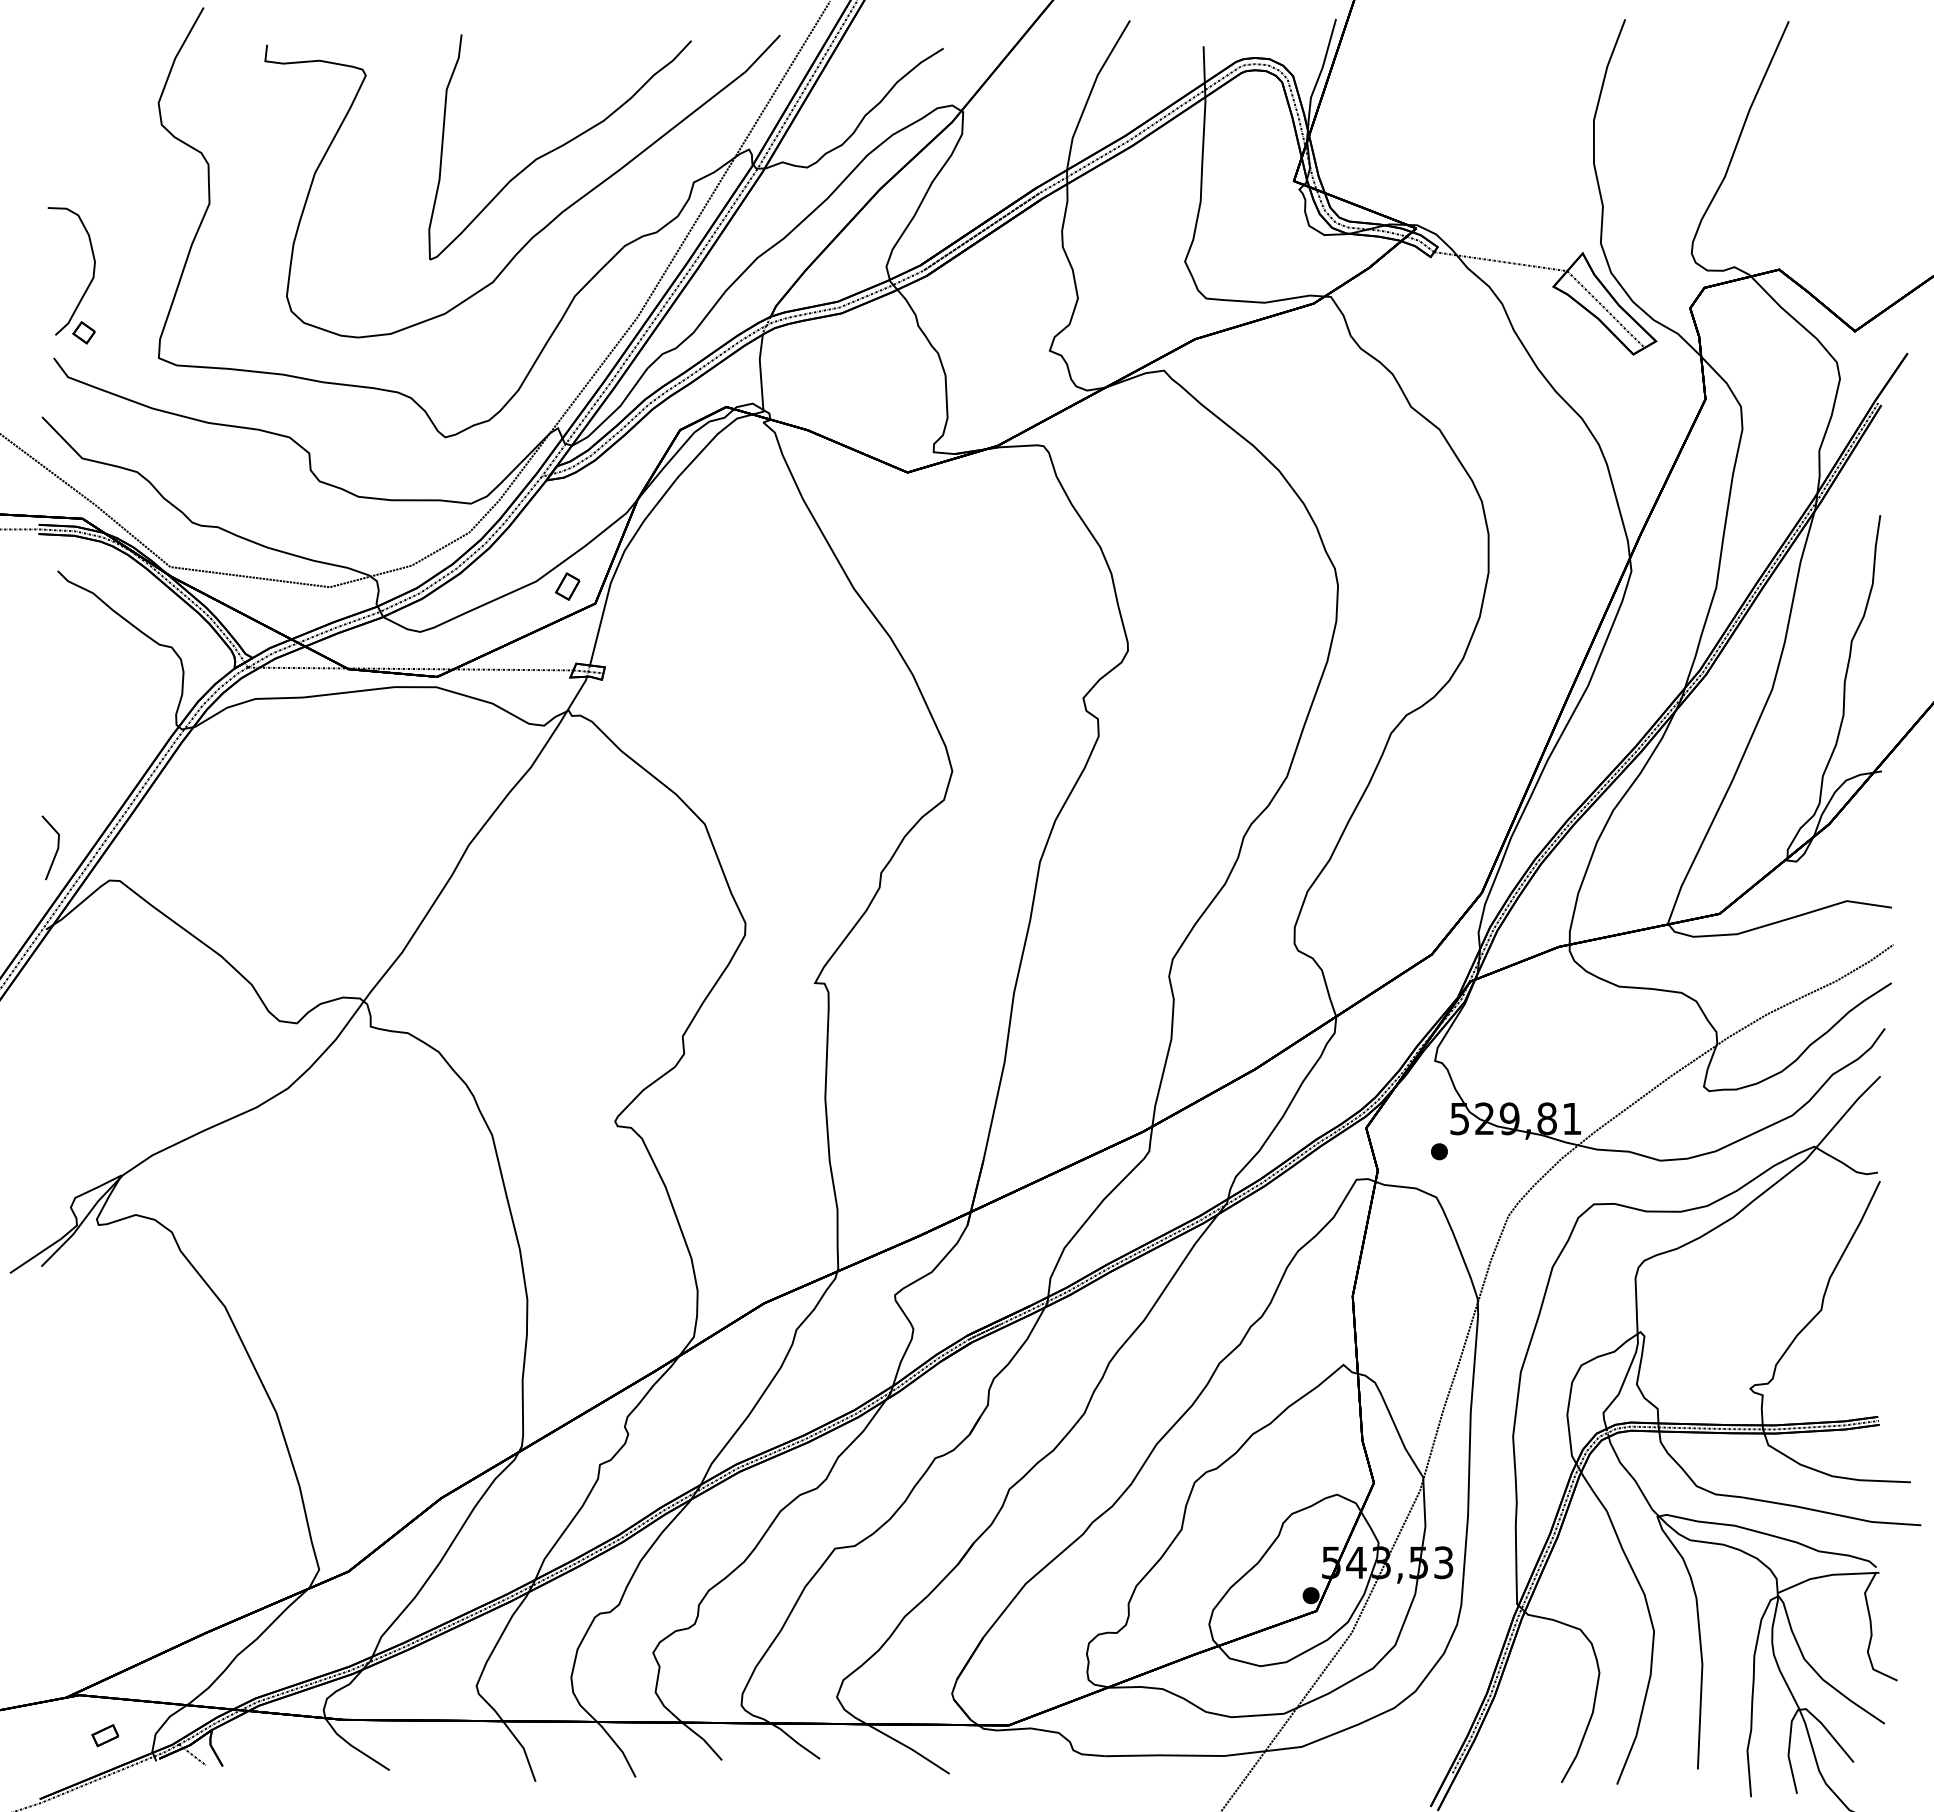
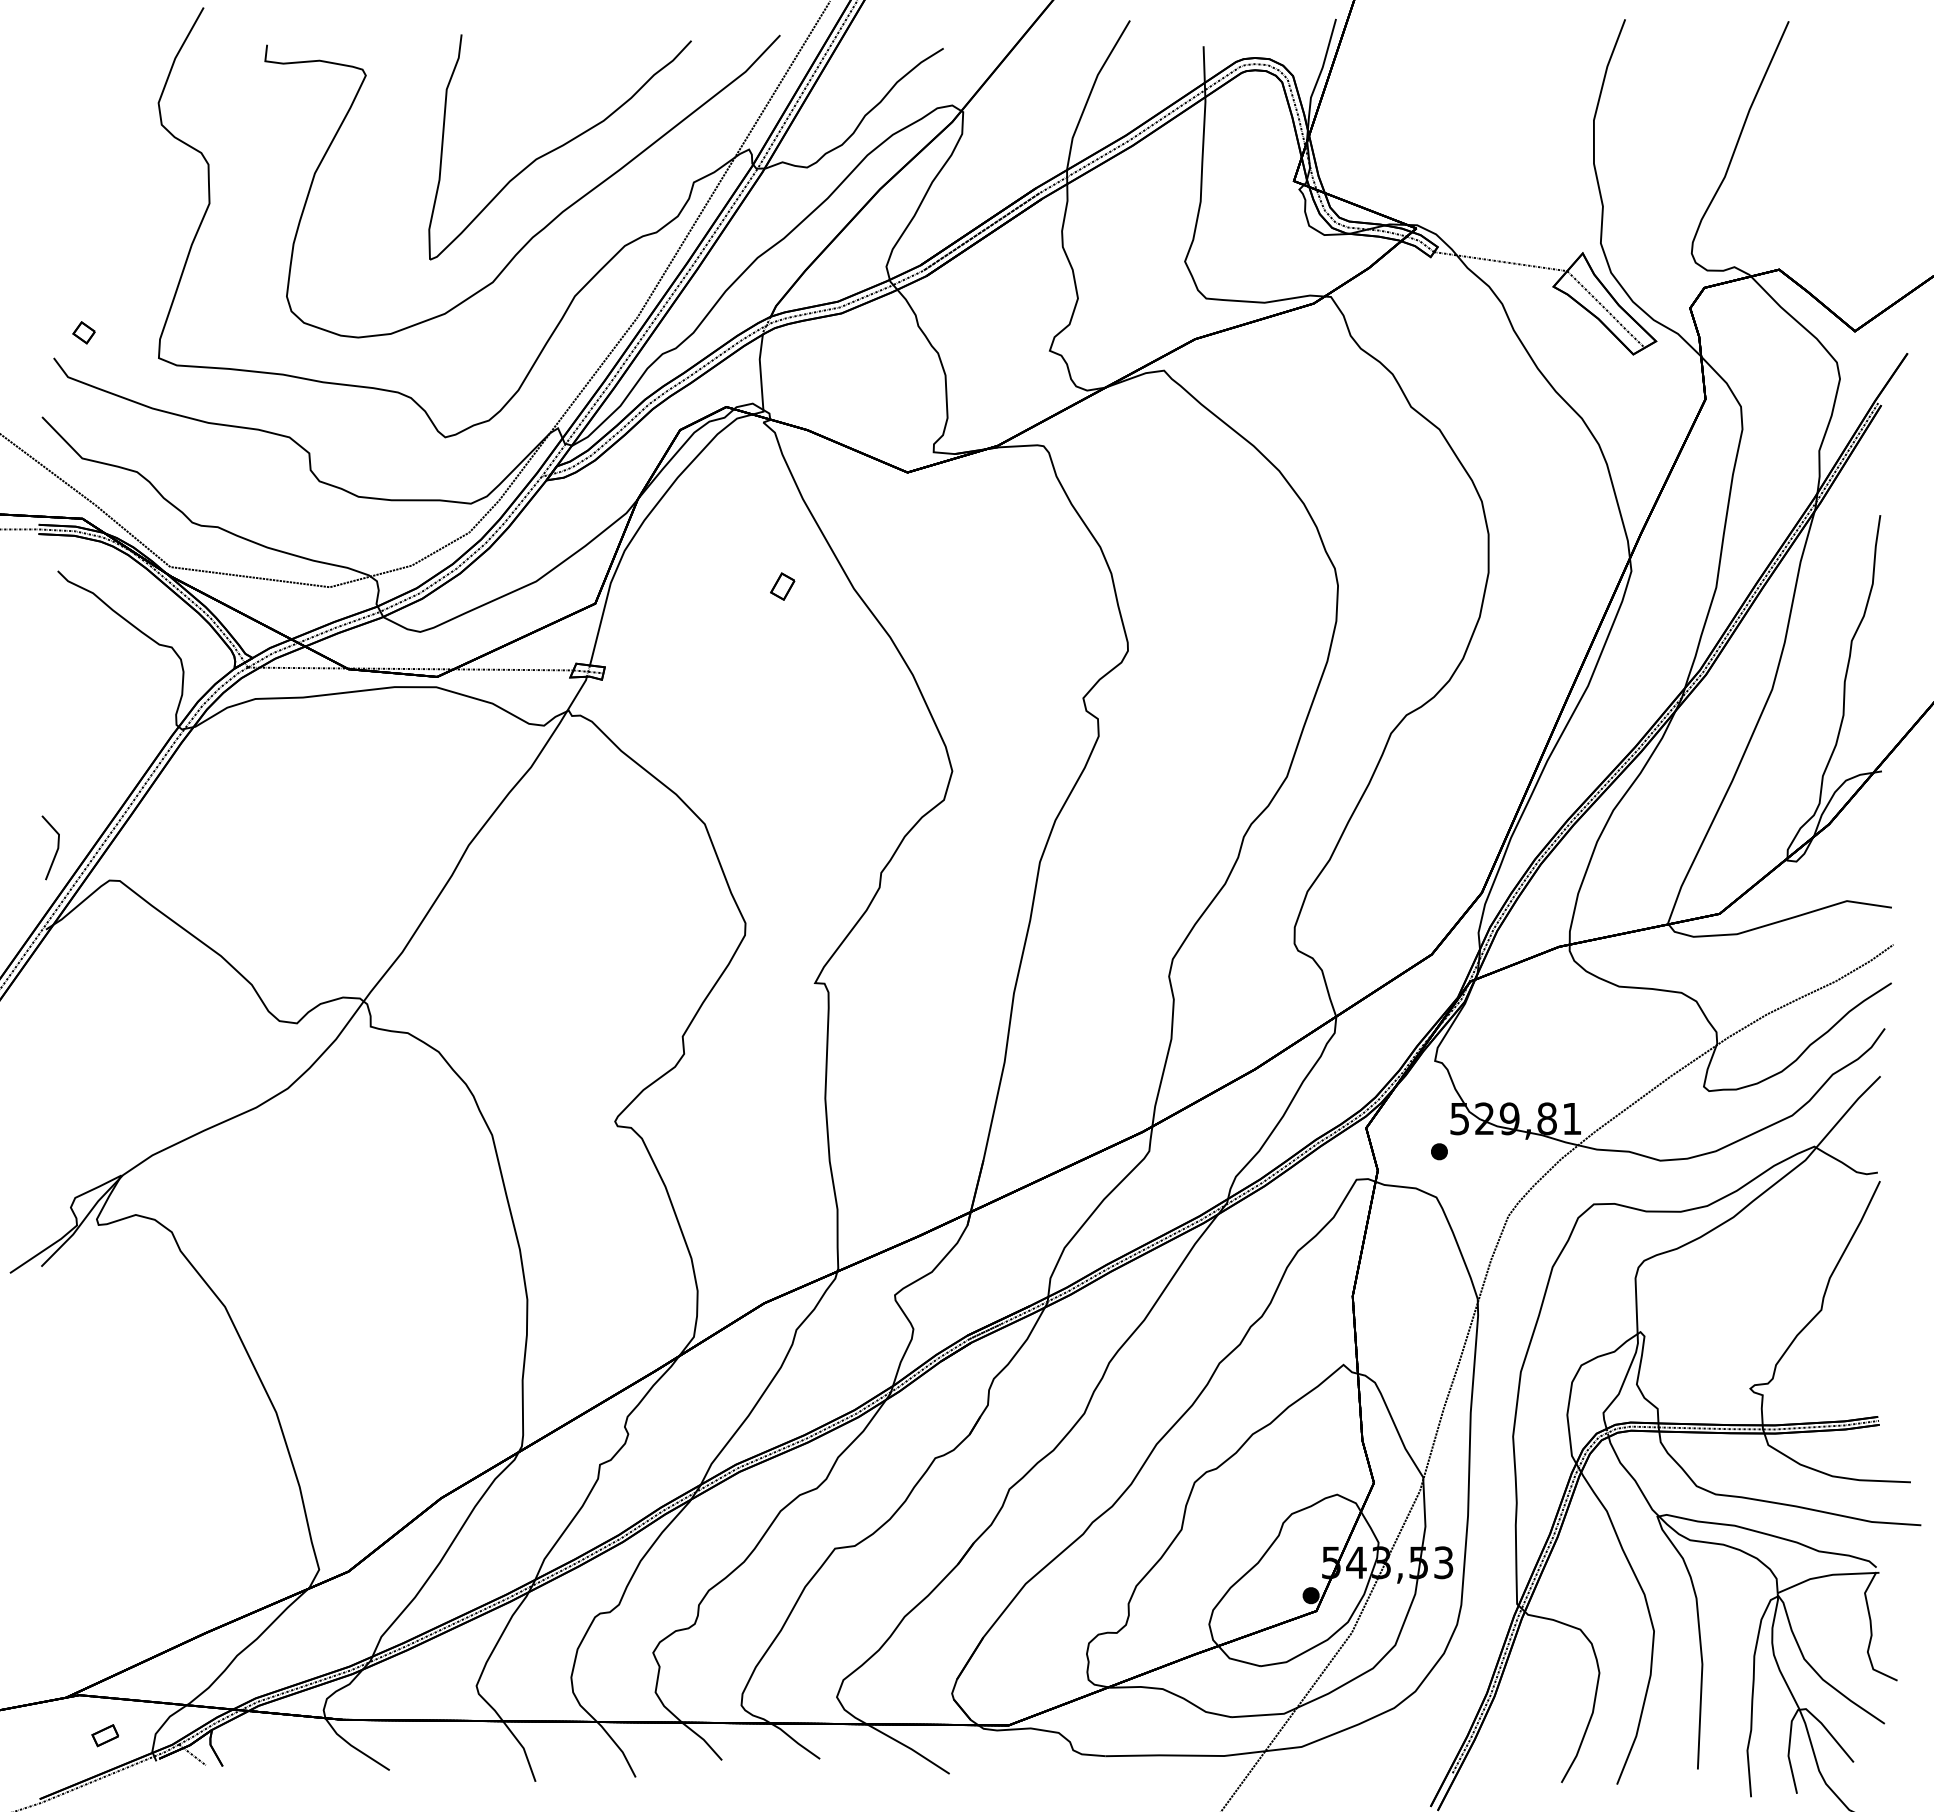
curve at (90, 280): present -> none
part at (567, 586) position: (567, 586) -> (782, 586)
